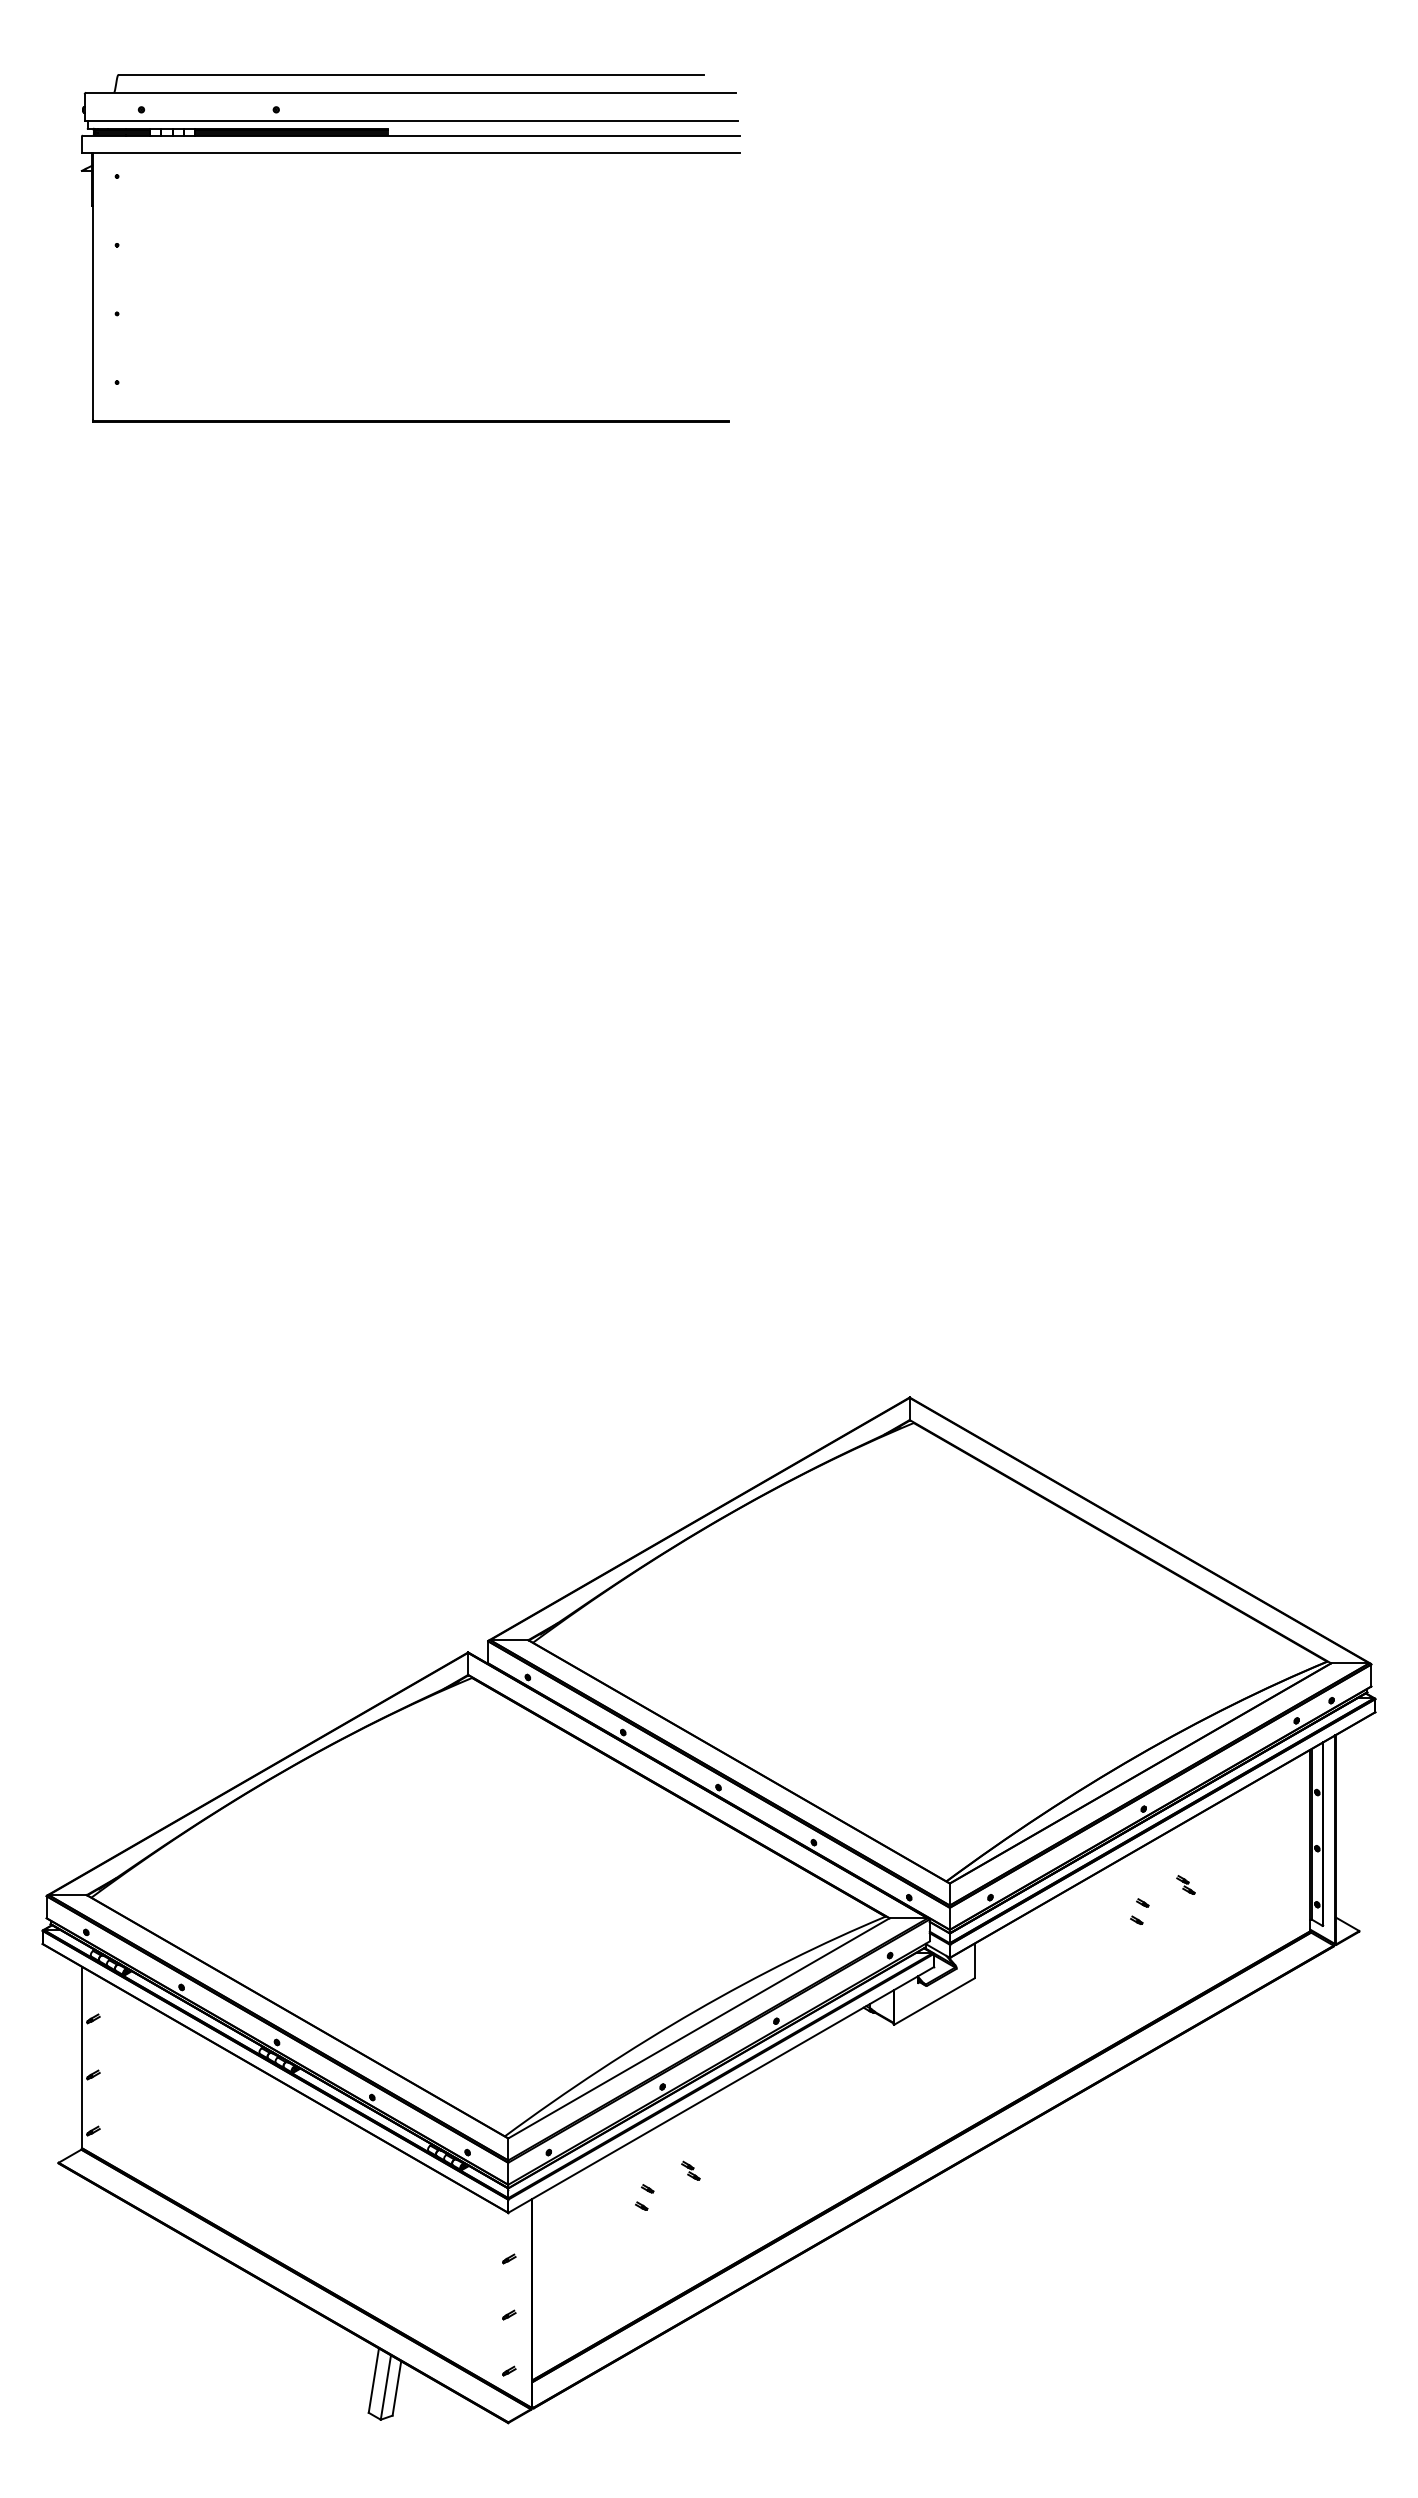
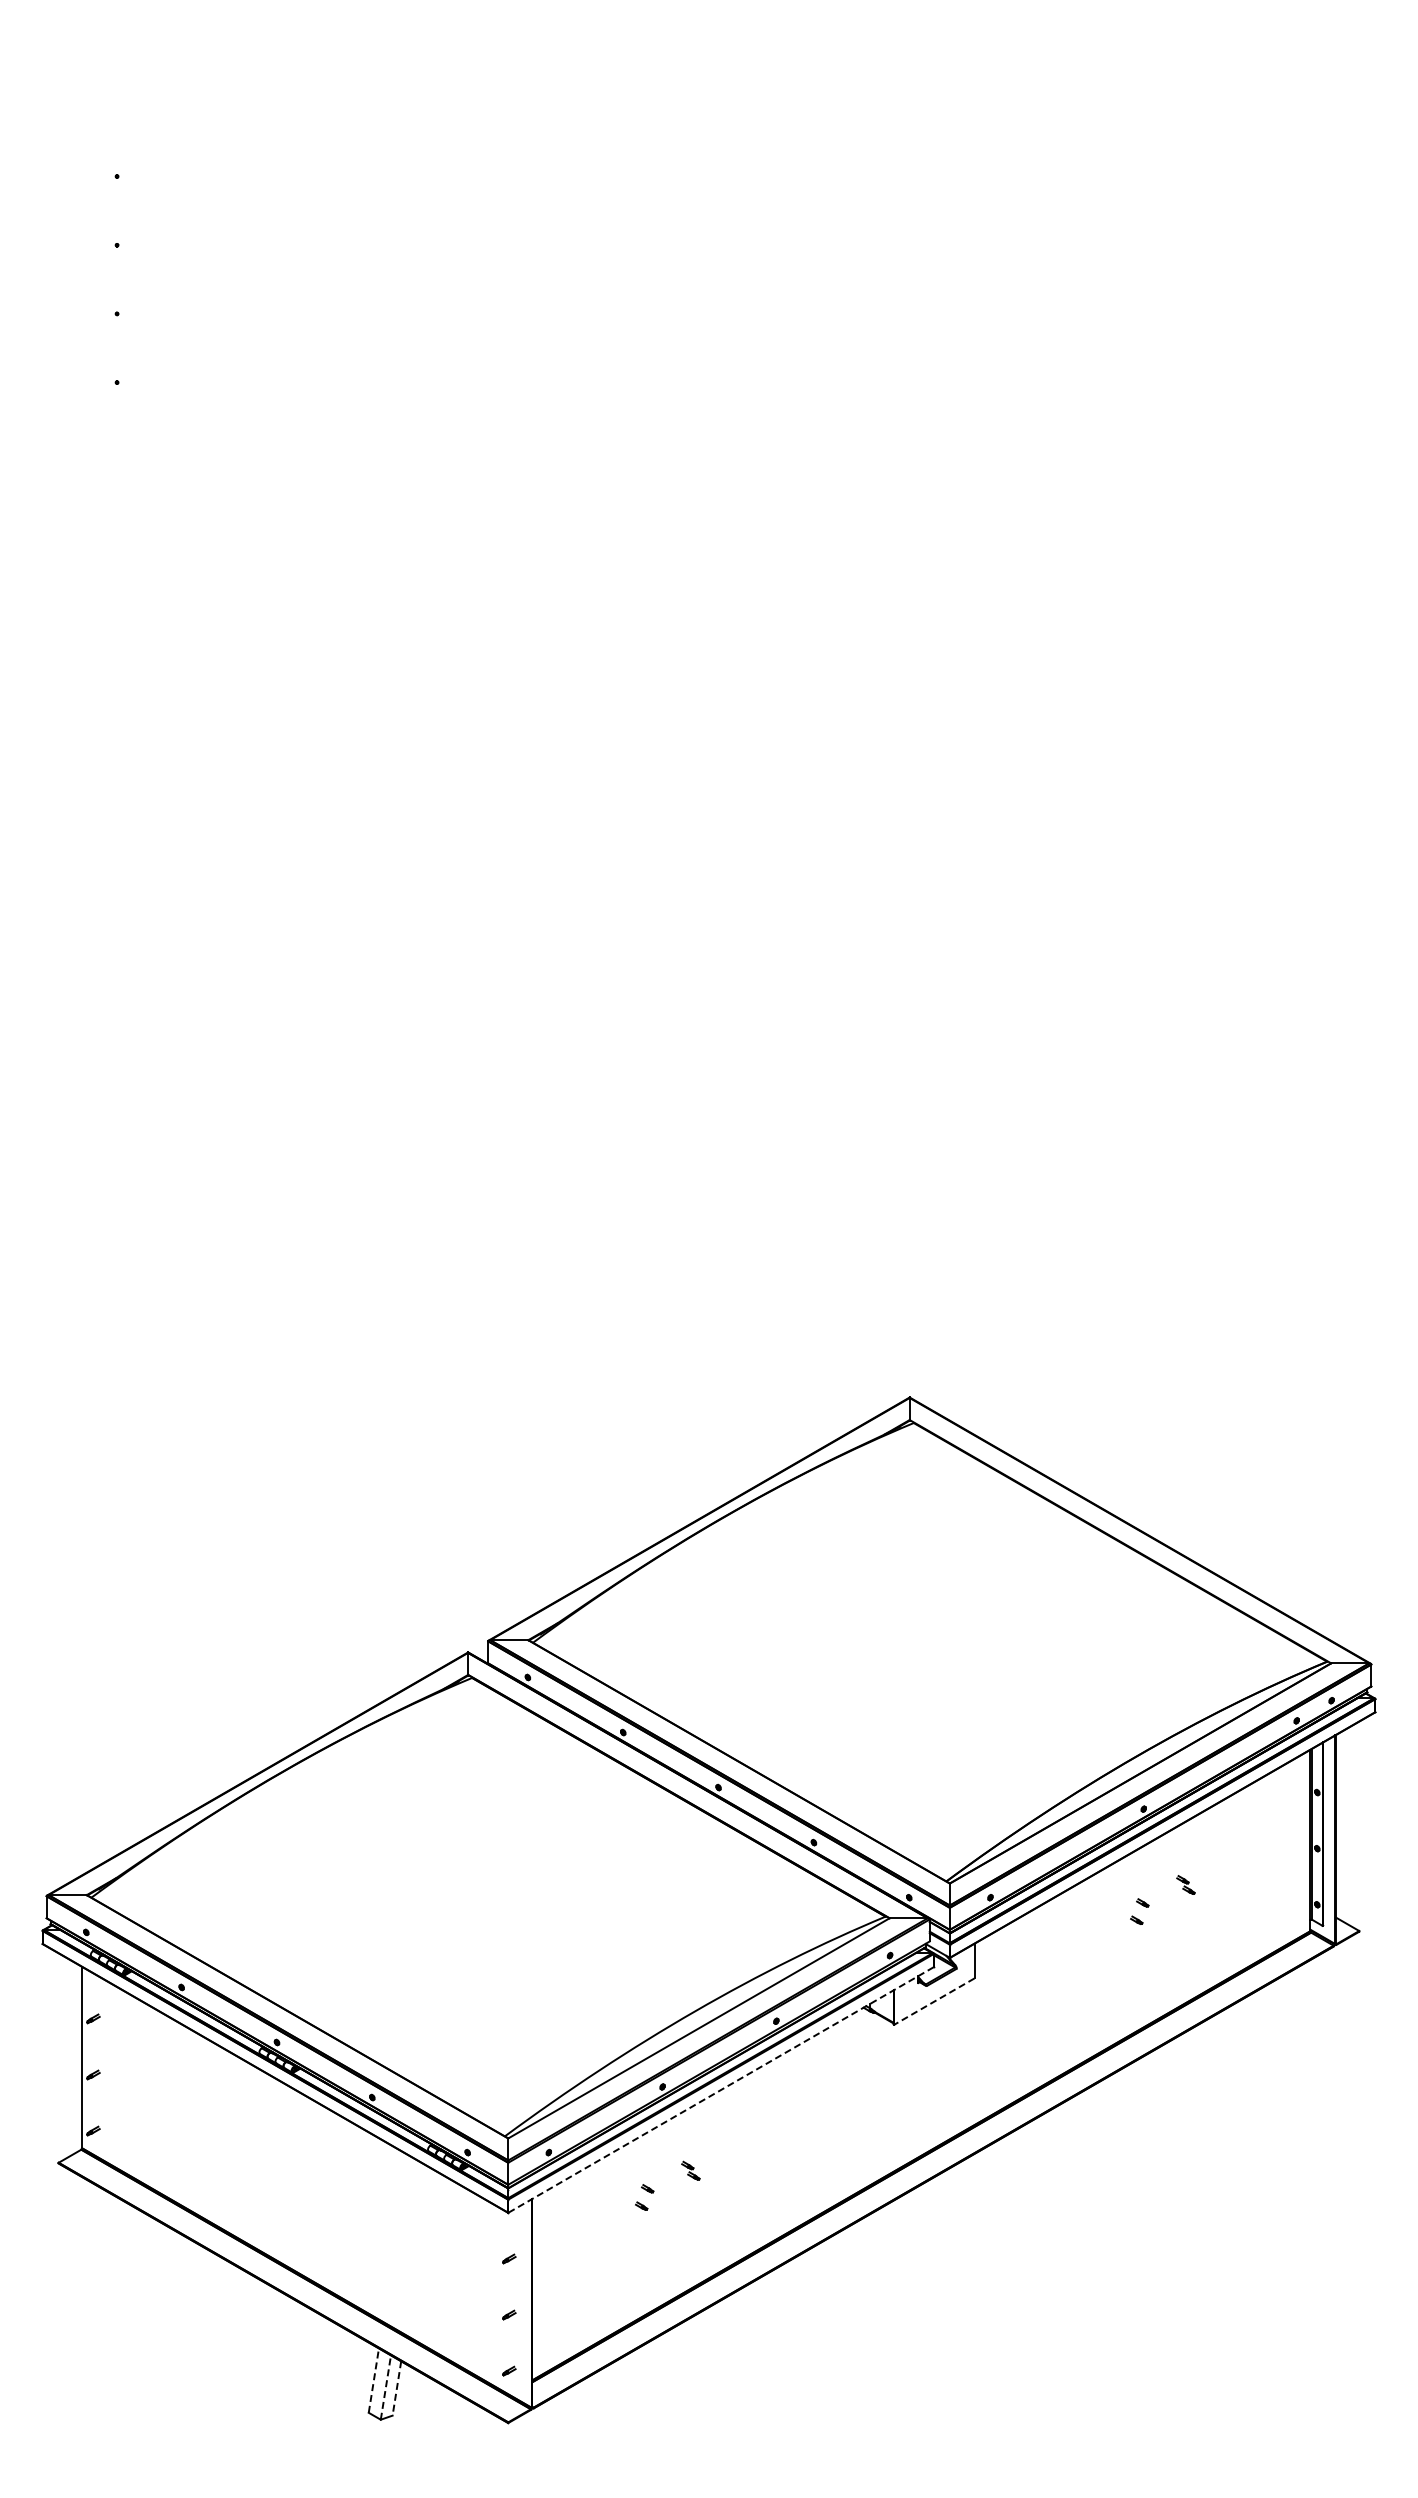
part at (410, 153): present -> none
line at (933, 2001): solid -> dashed
line at (721, 2090): solid -> dashed
line at (373, 2380): solid -> dashed
line at (385, 2387): solid -> dashed
line at (396, 2388): solid -> dashed
